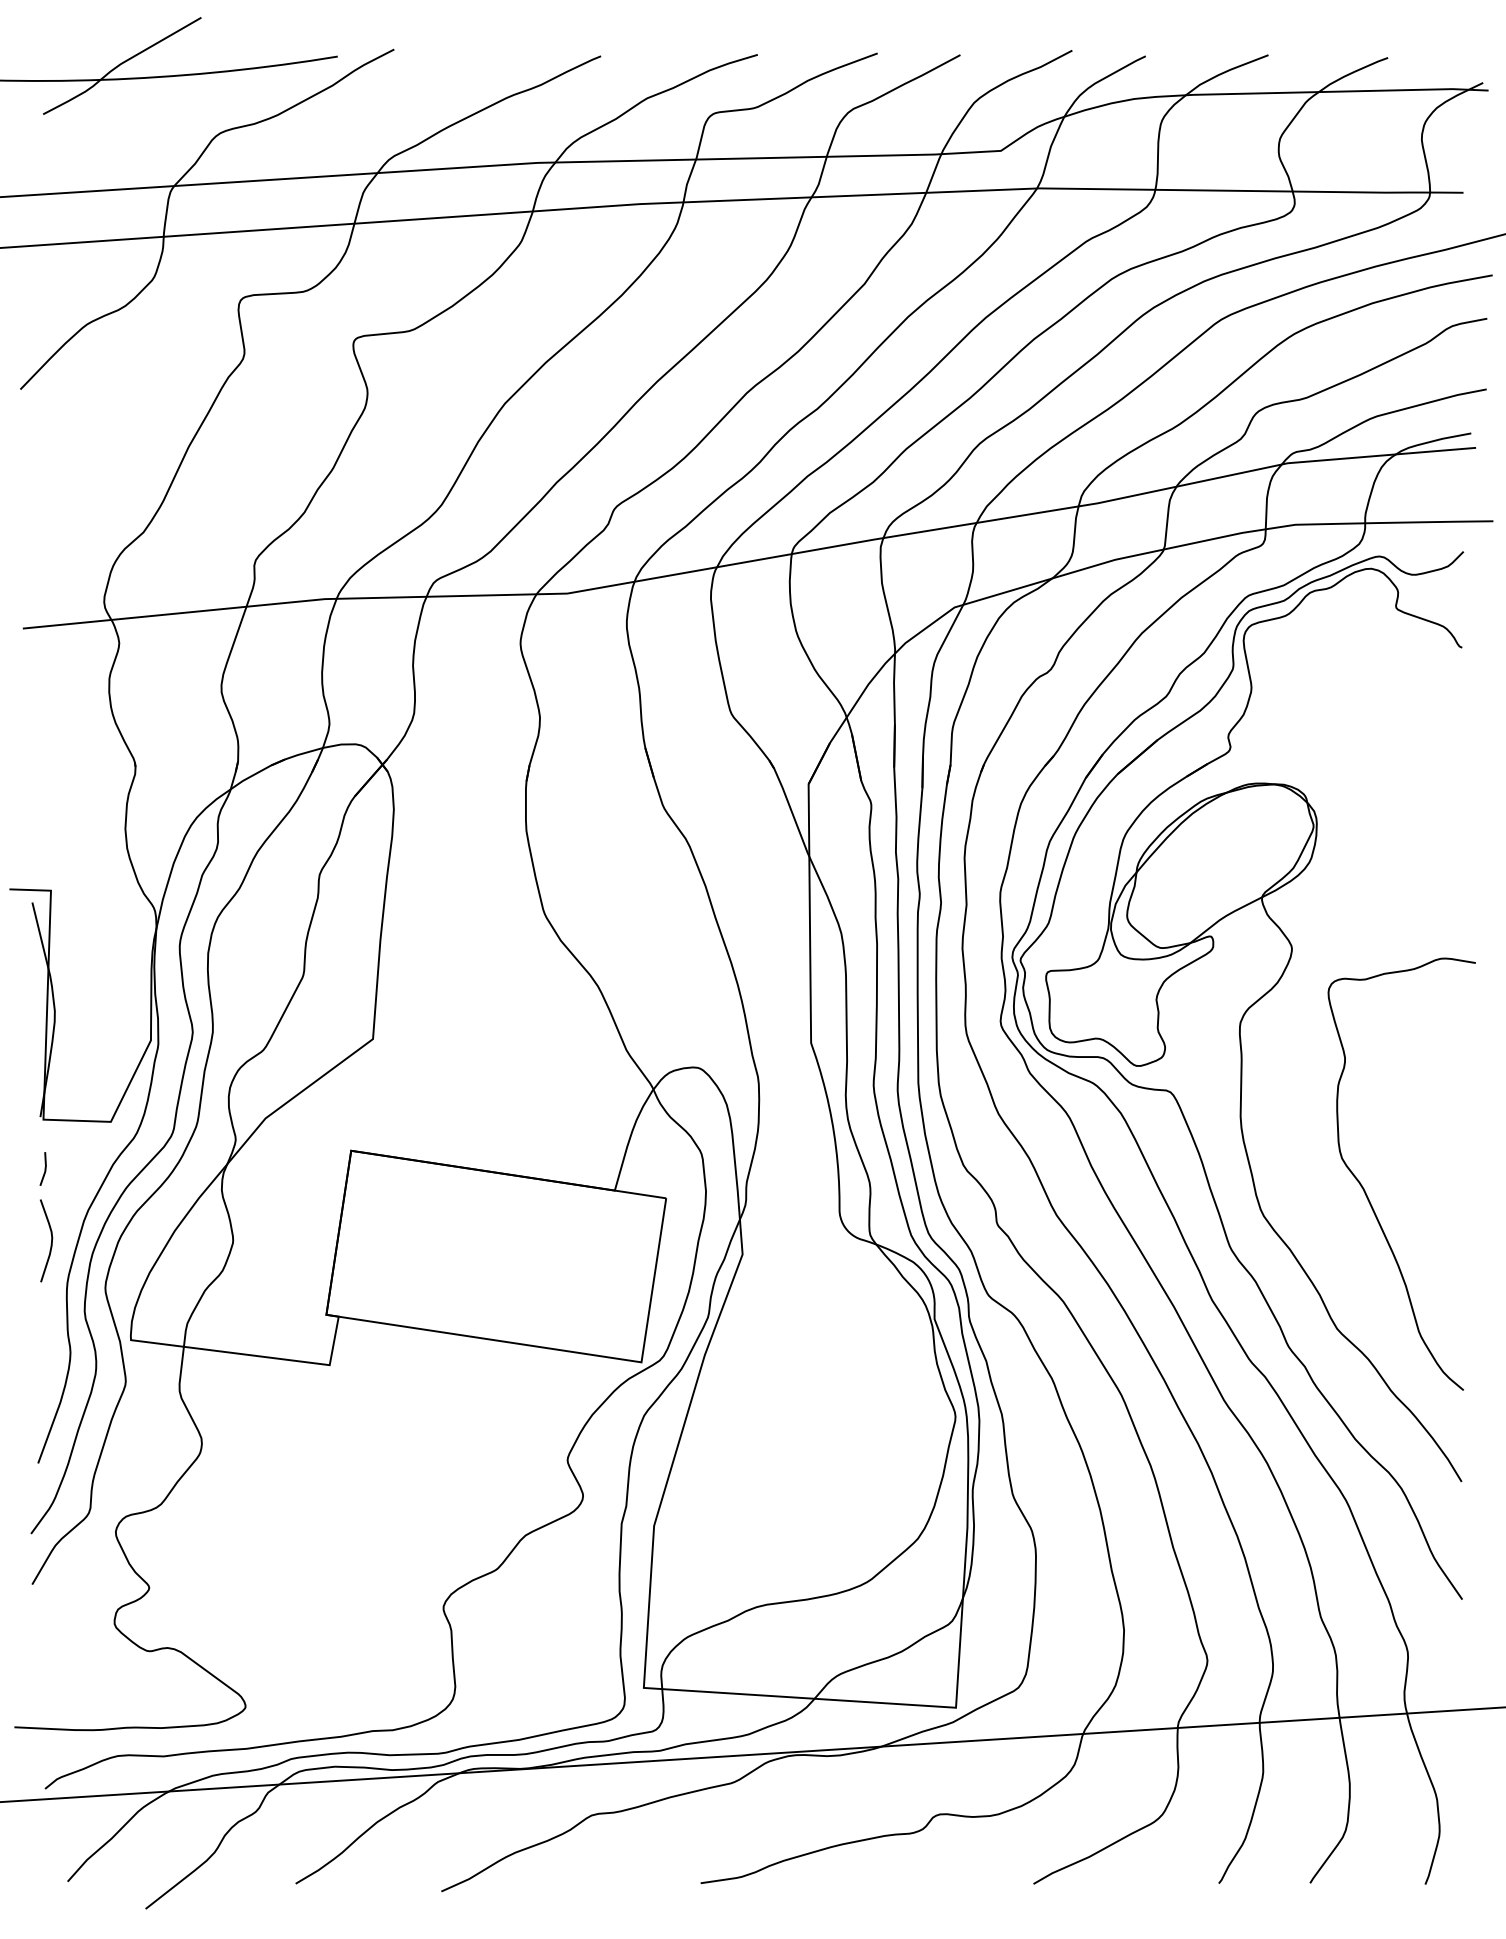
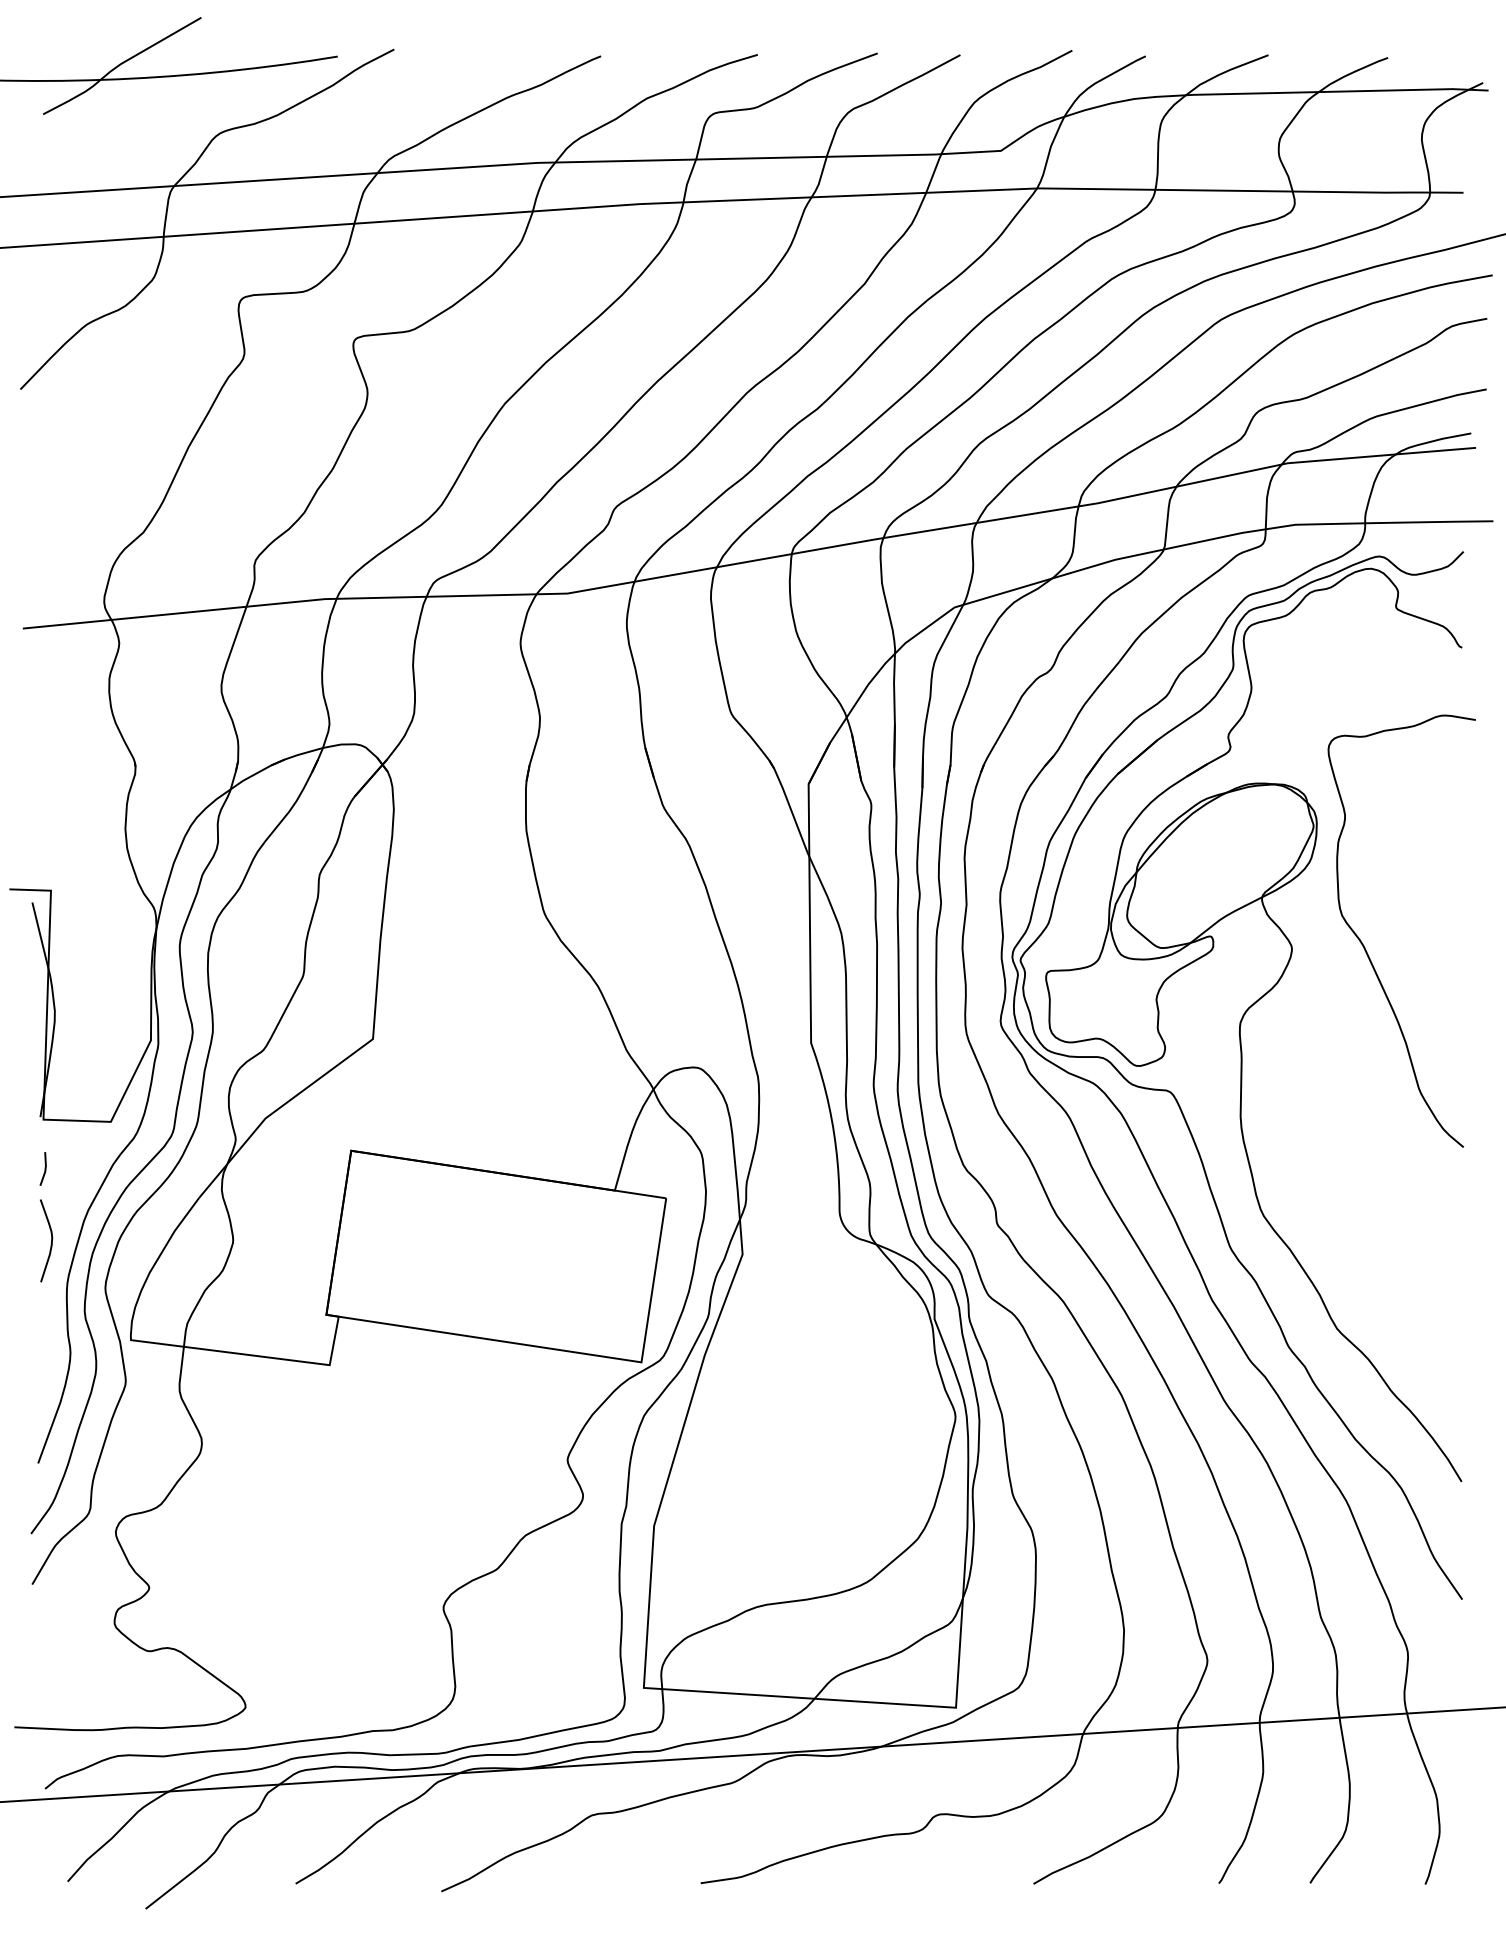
curve at (1365, 1190) position: (1365, 1190) -> (1365, 947)
